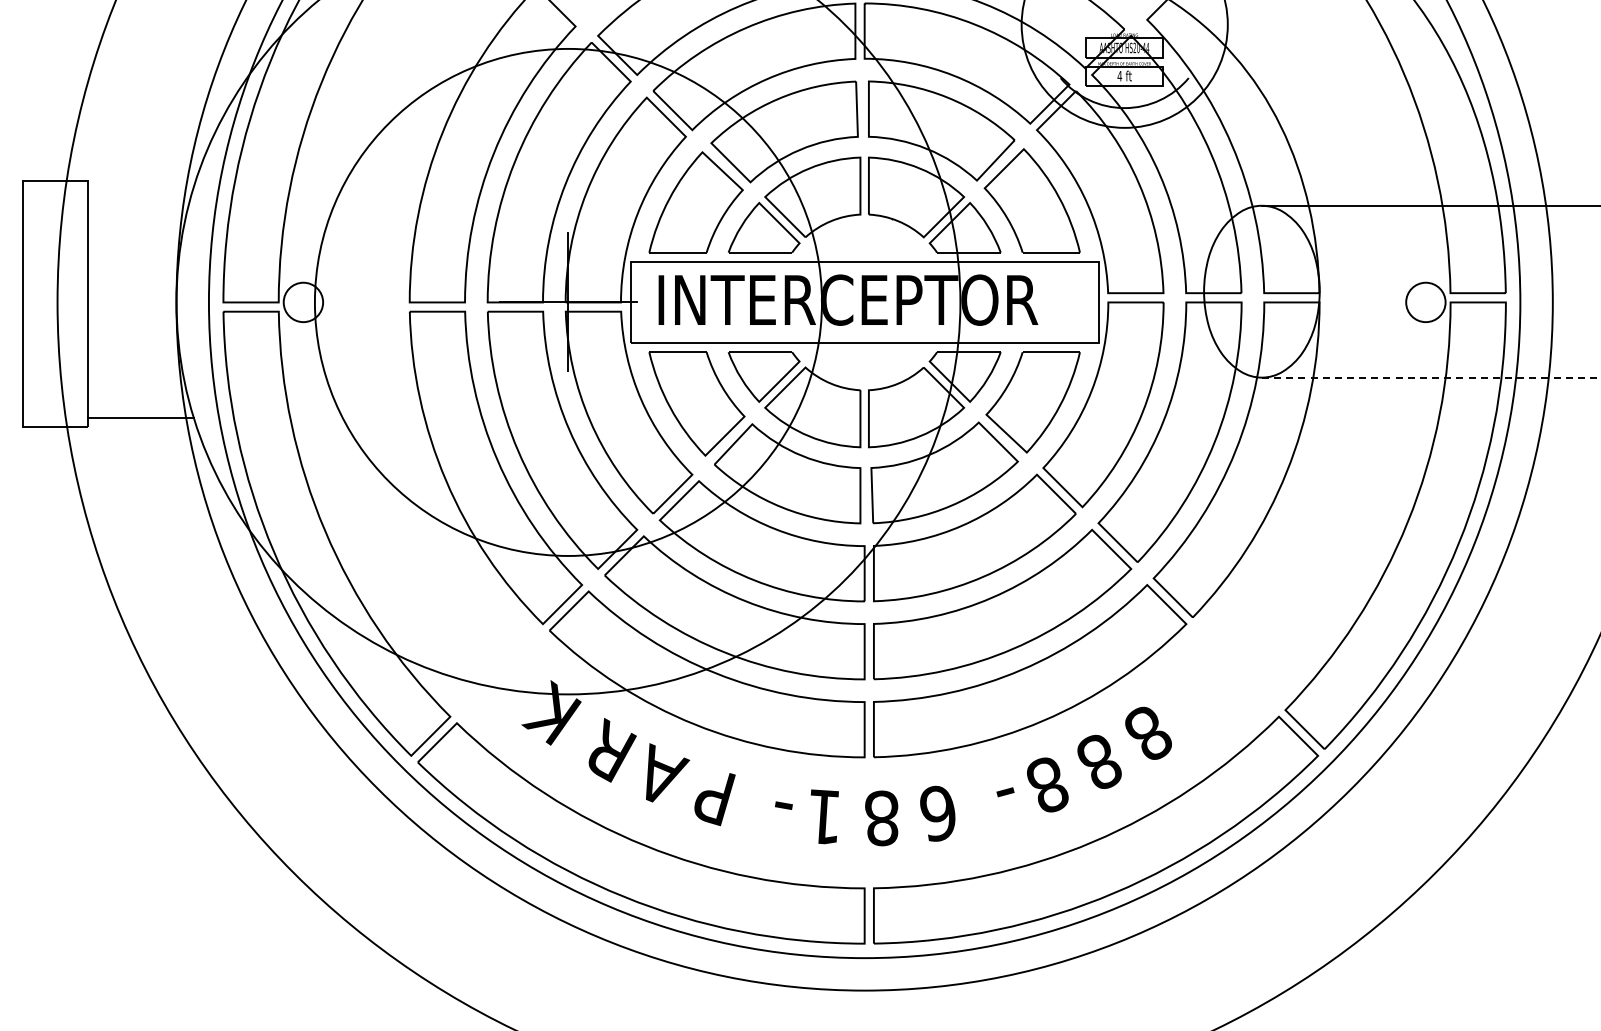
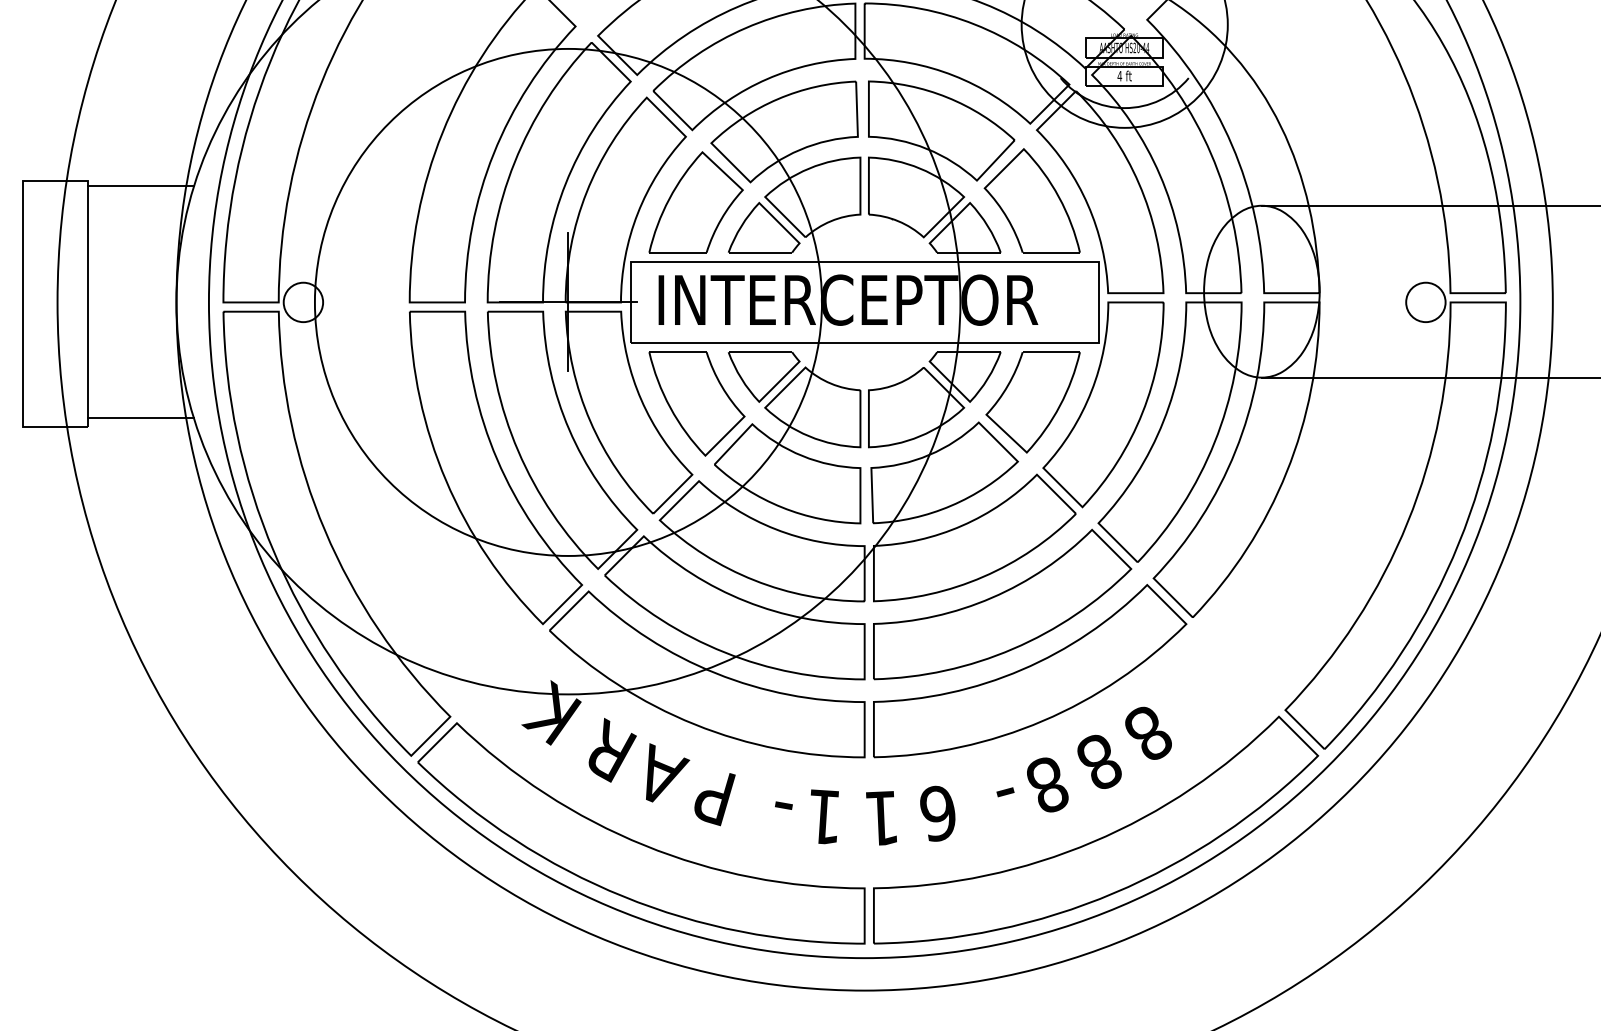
line at (141, 186): none -> present
line at (1431, 377): dashed -> solid
text at (881, 818): 8 -> 1
